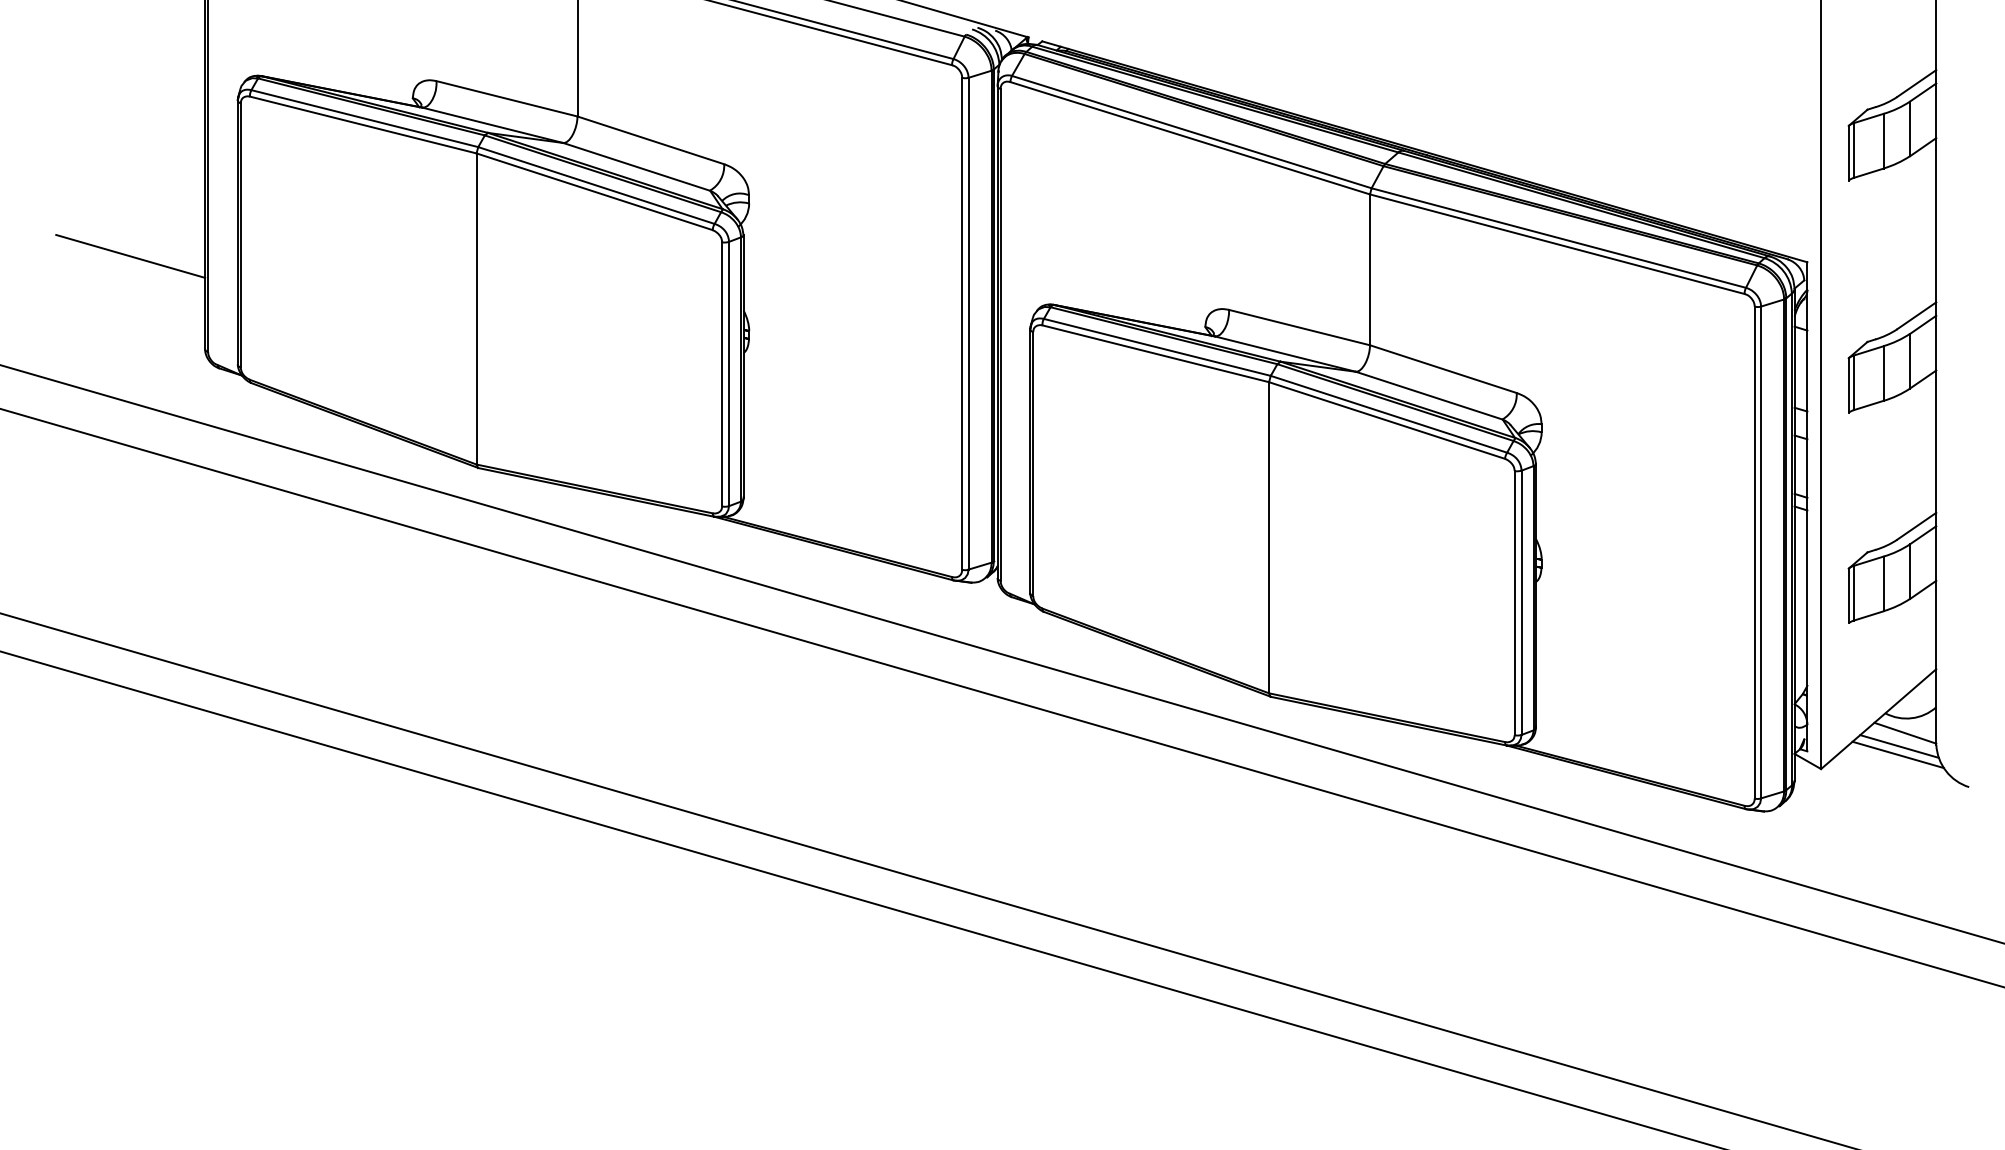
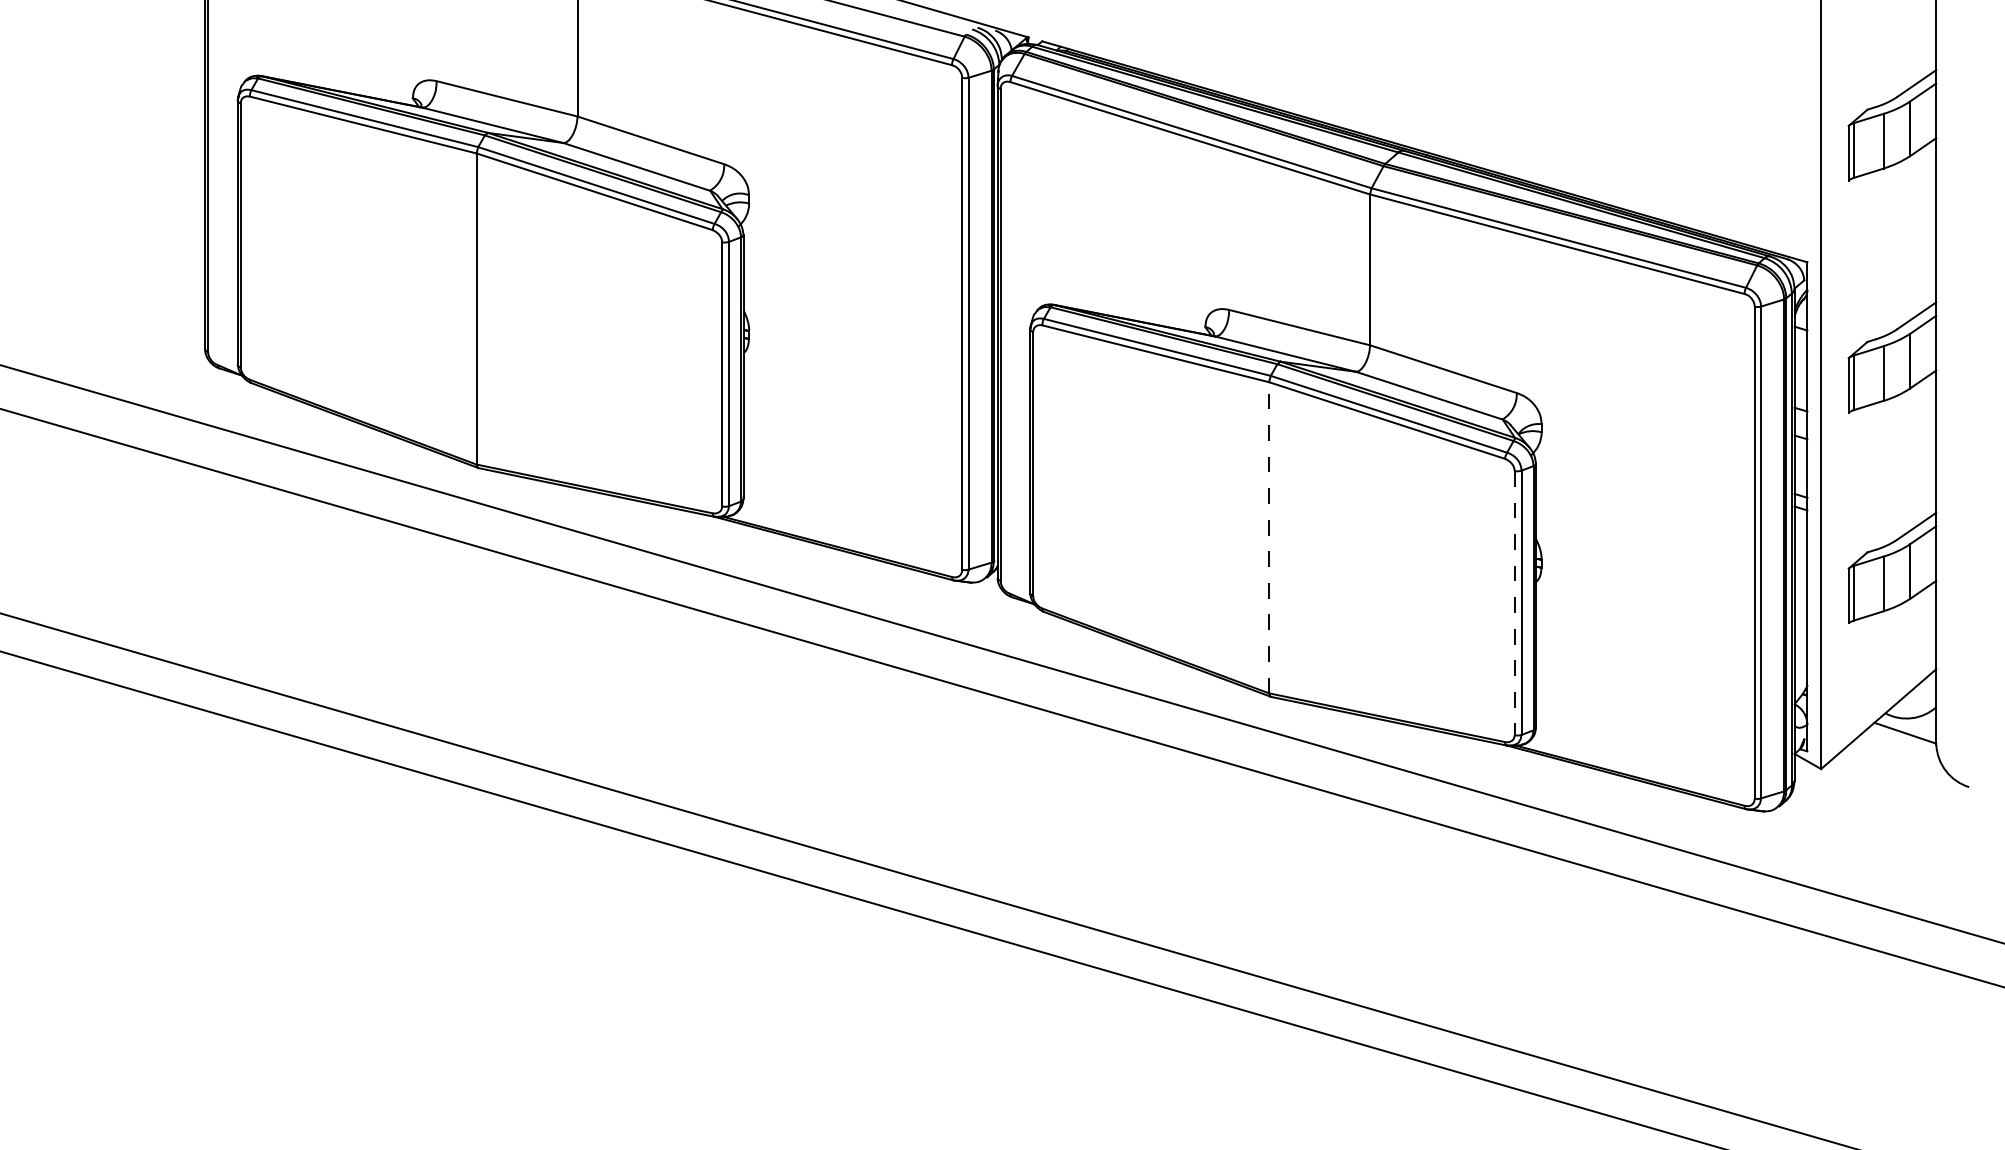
line at (130, 255): present -> none
line at (1269, 537): solid -> dashed
line at (1514, 603): solid -> dashed
line at (1899, 746): present -> none
line at (1898, 754): present -> none
